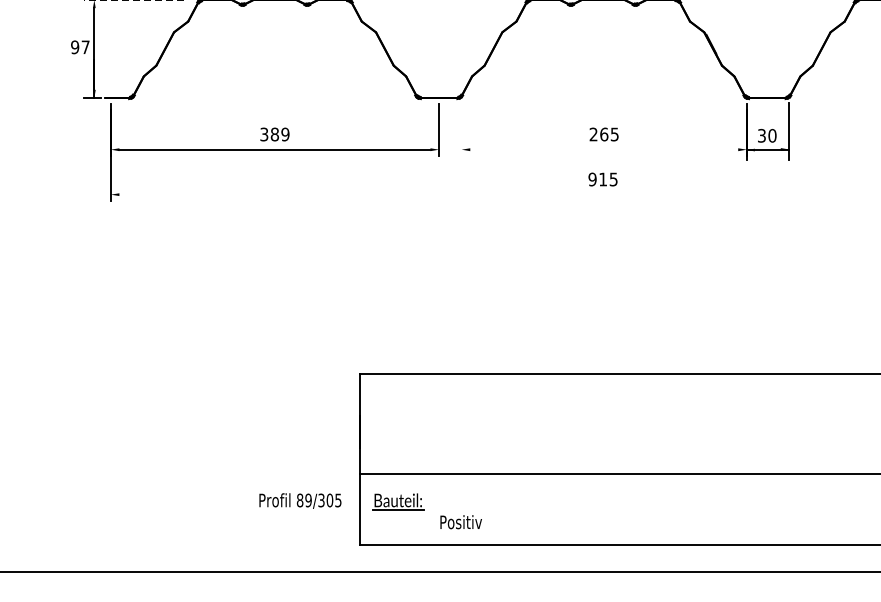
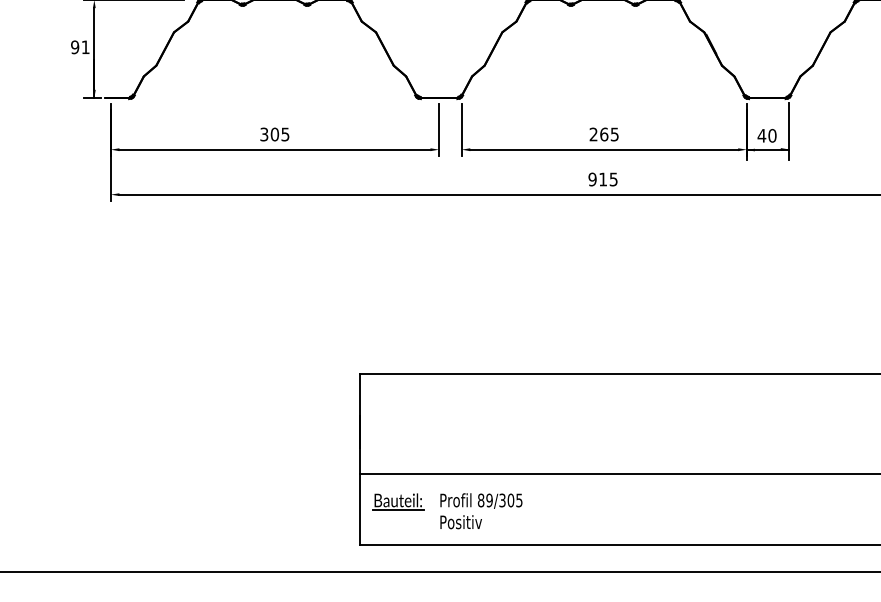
line at (134, 0): dashed -> solid
text at (85, 46): 97 -> 91
line at (461, 130): none -> present
text at (279, 134): 389 -> 305
text at (761, 135): 30 -> 40
line at (604, 149): none -> present
line at (498, 194): none -> present
text at (300, 500) position: (300, 500) -> (481, 500)
